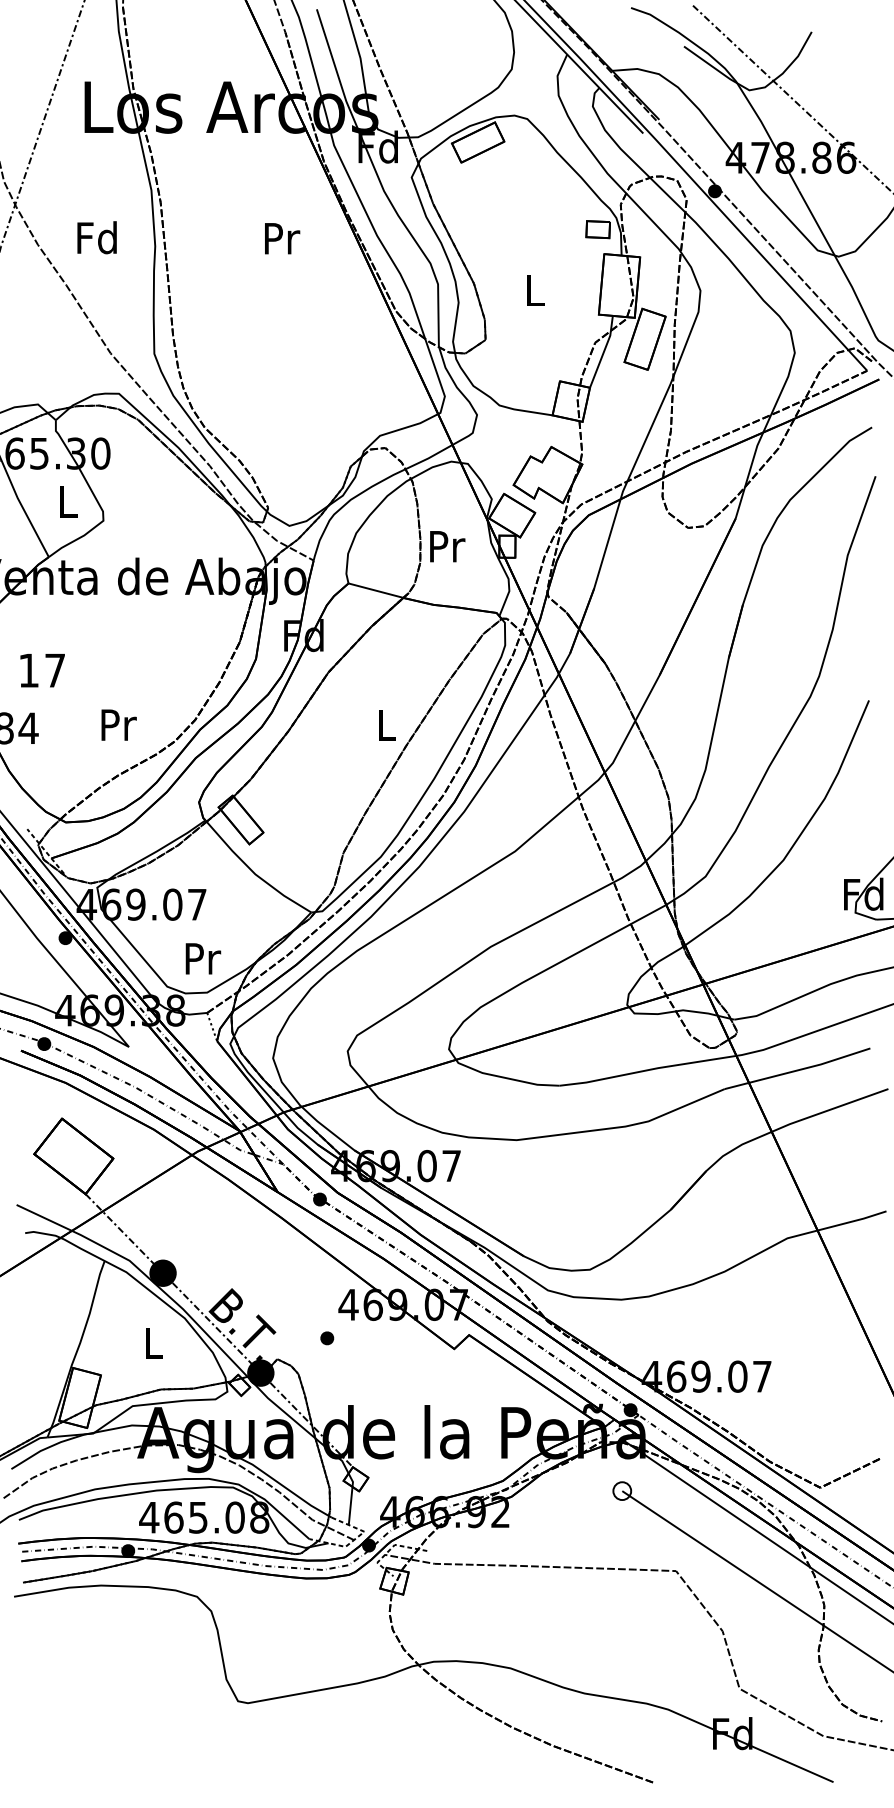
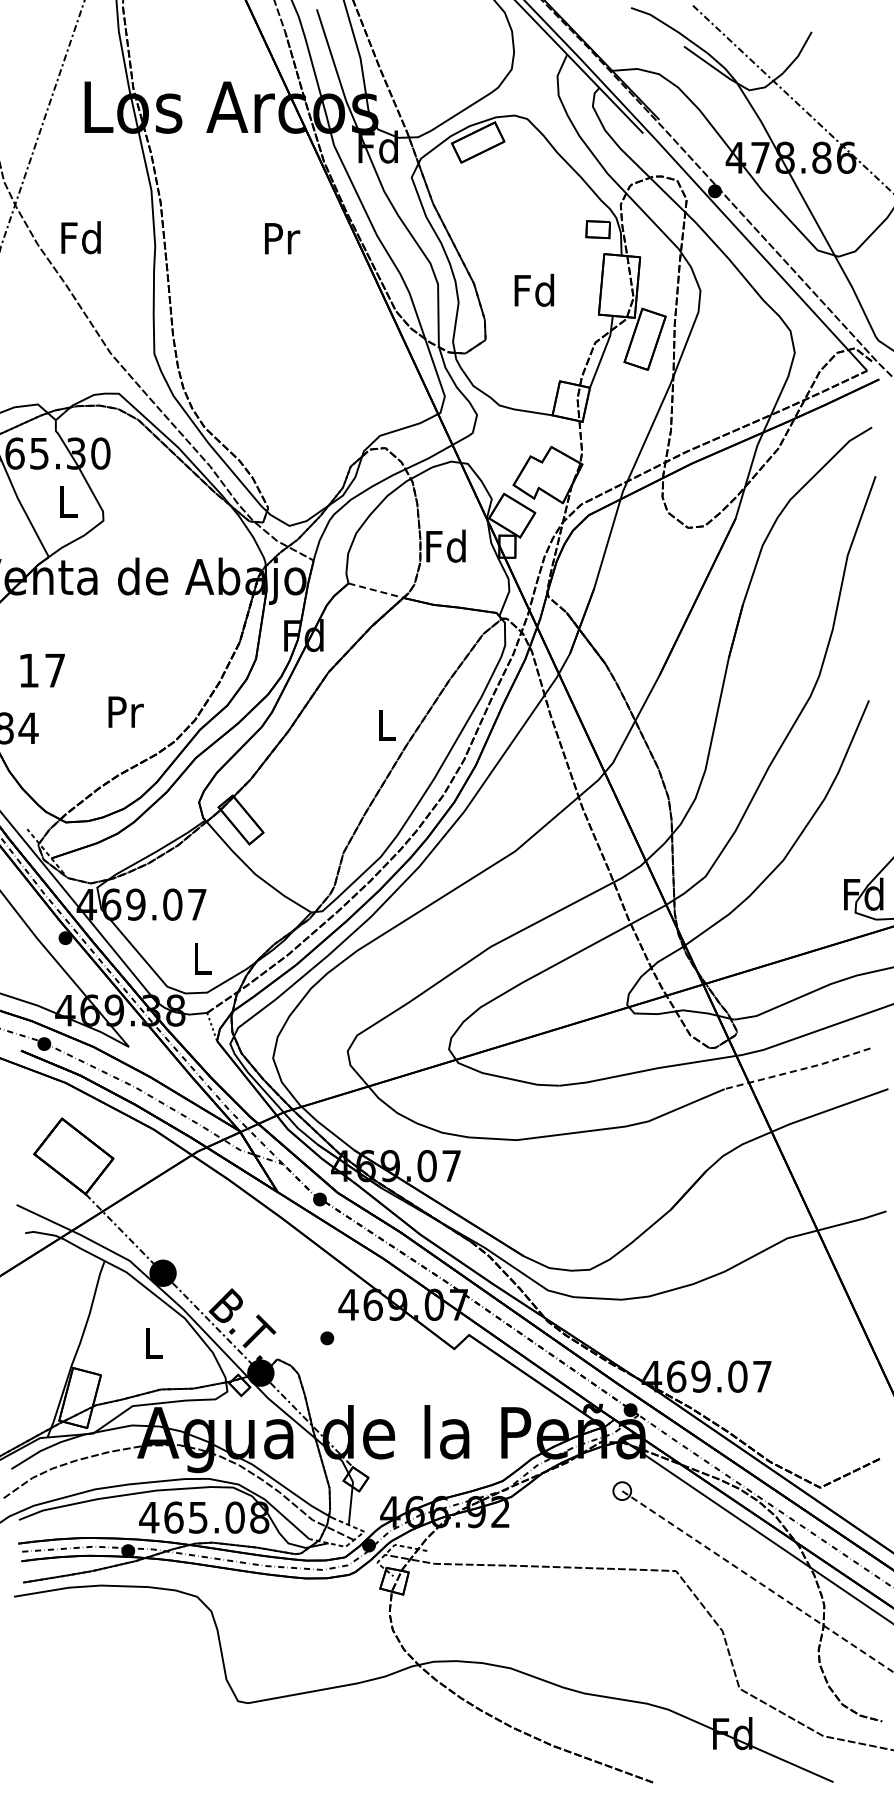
text at (96, 237) position: (96, 237) -> (80, 237)
text at (534, 289): L -> Fd
text at (445, 545): Pr -> Fd
line at (376, 590): solid -> dashed
text at (118, 724) position: (118, 724) -> (125, 711)
text at (203, 958): Pr -> L
line at (797, 1070): solid -> dashed
line at (757, 1581): solid -> dashed
